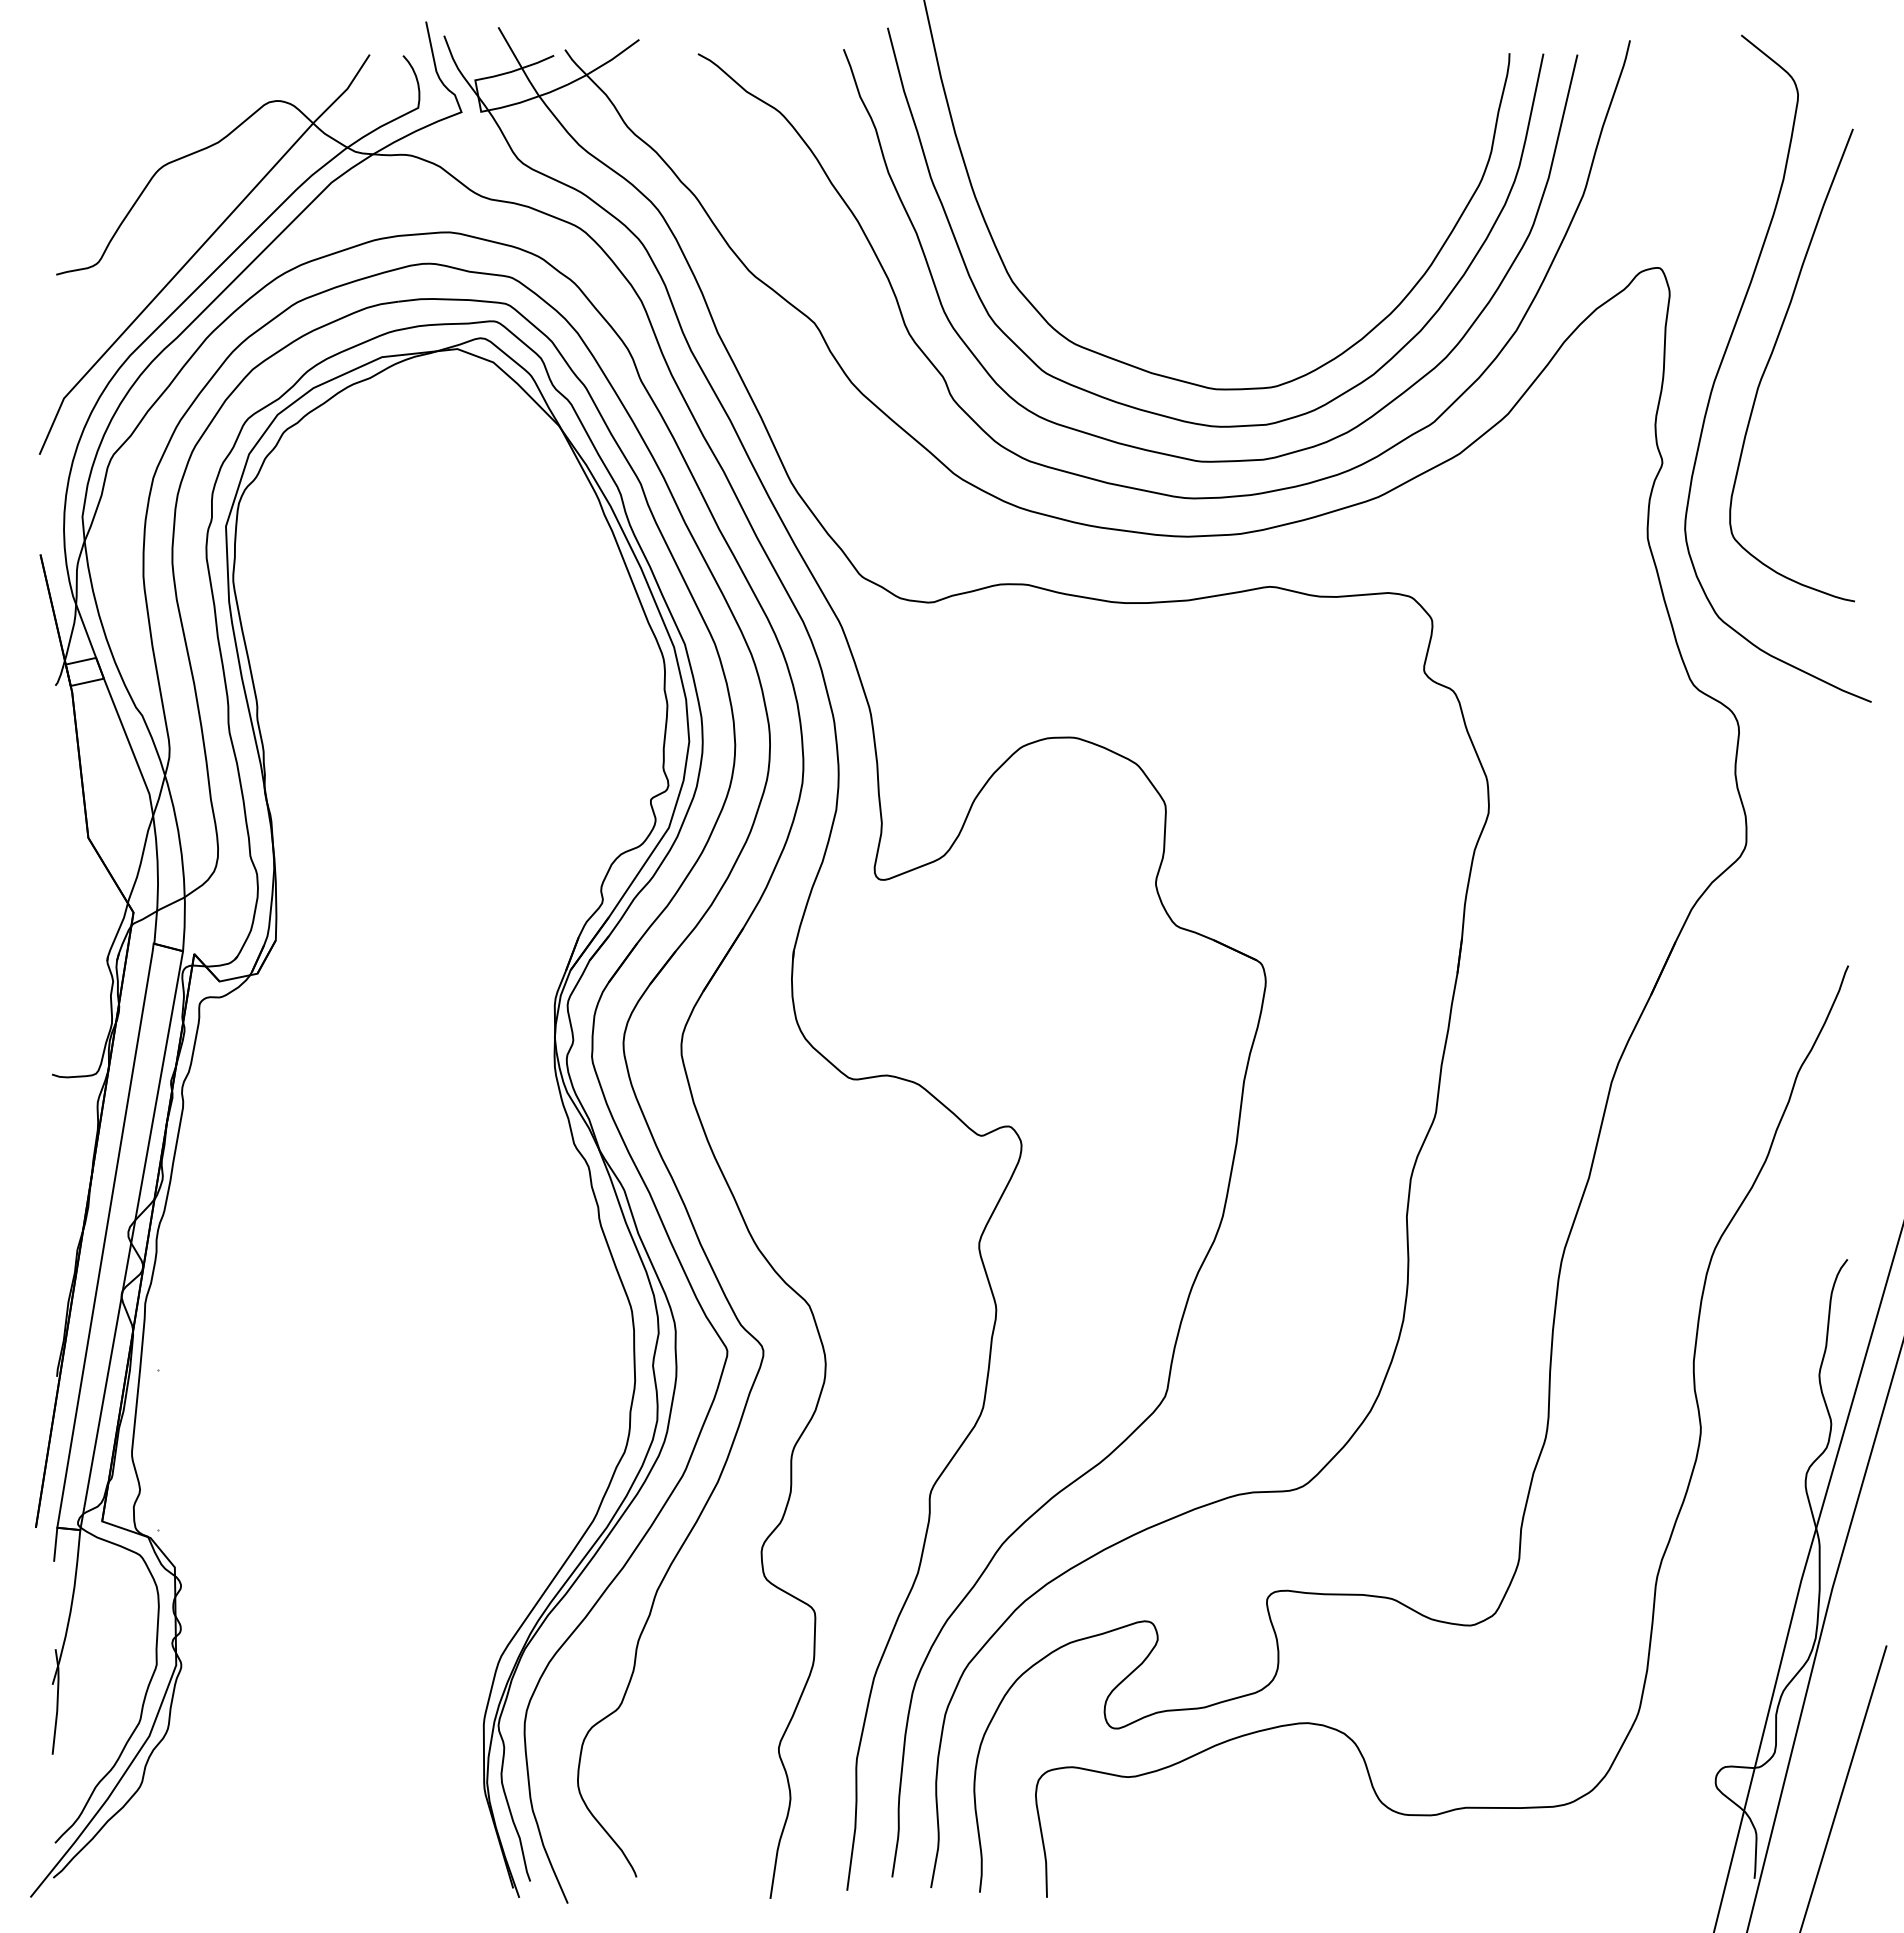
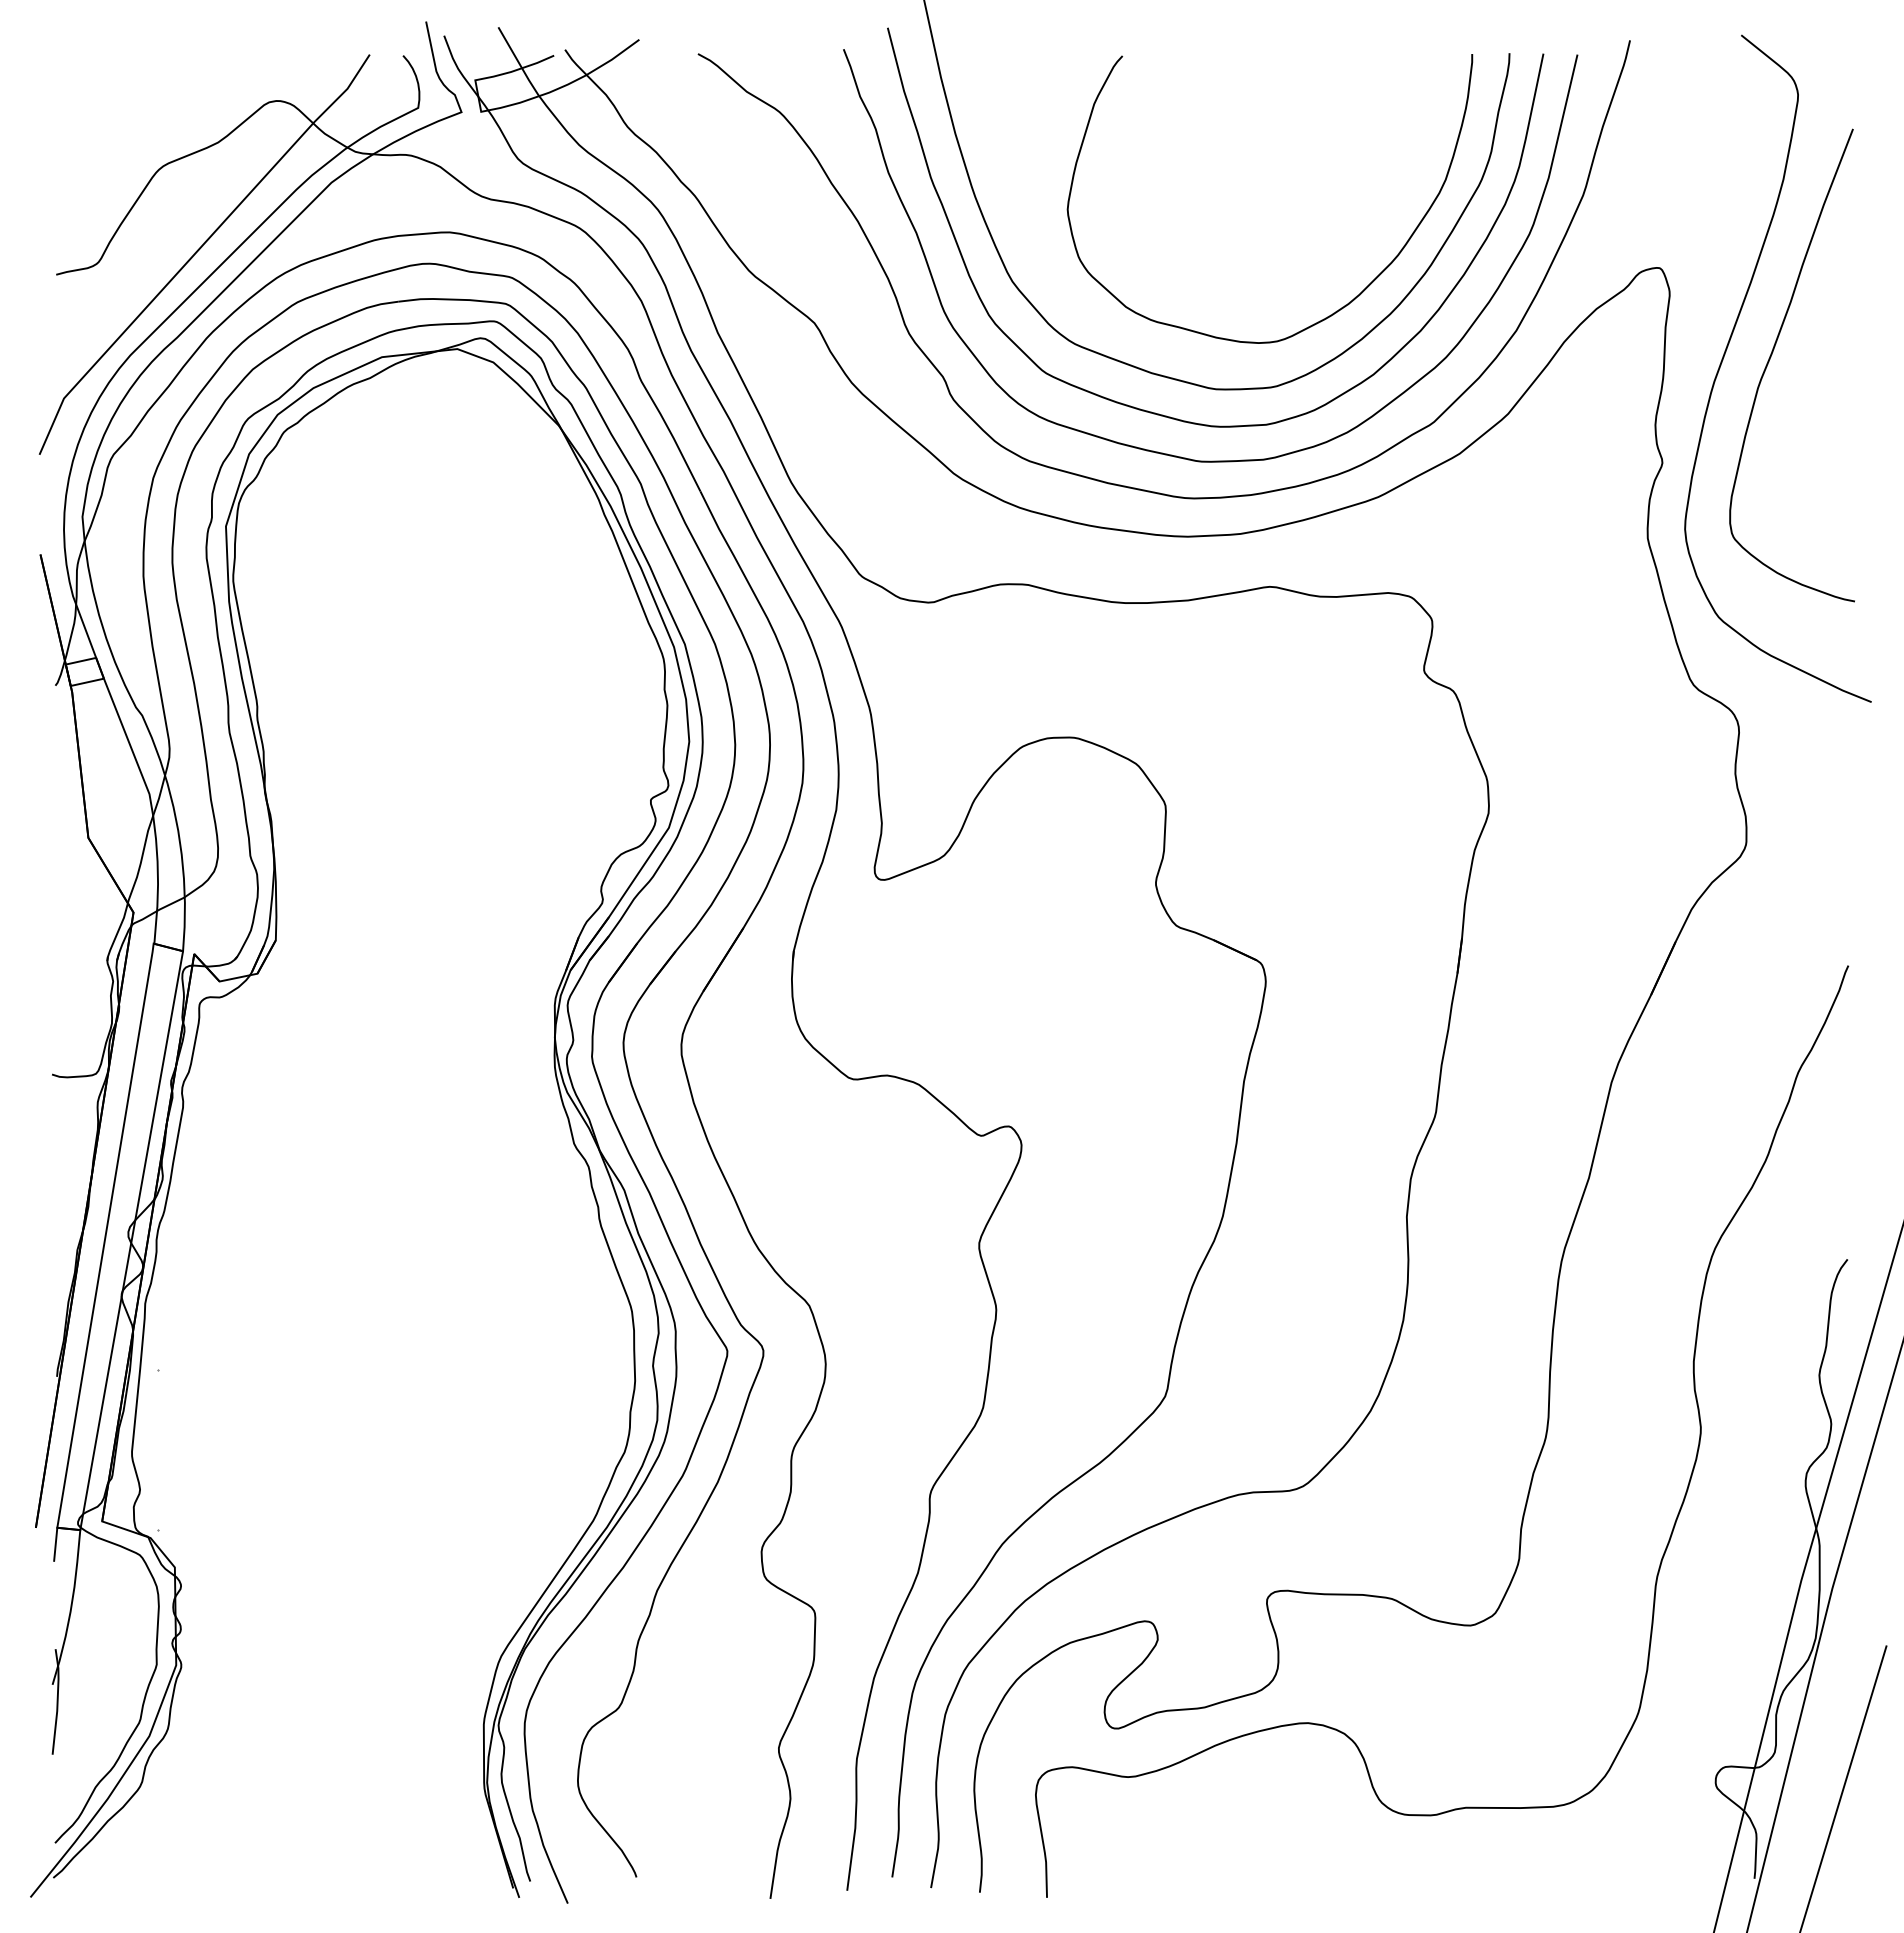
curve at (1342, 306): none -> present
